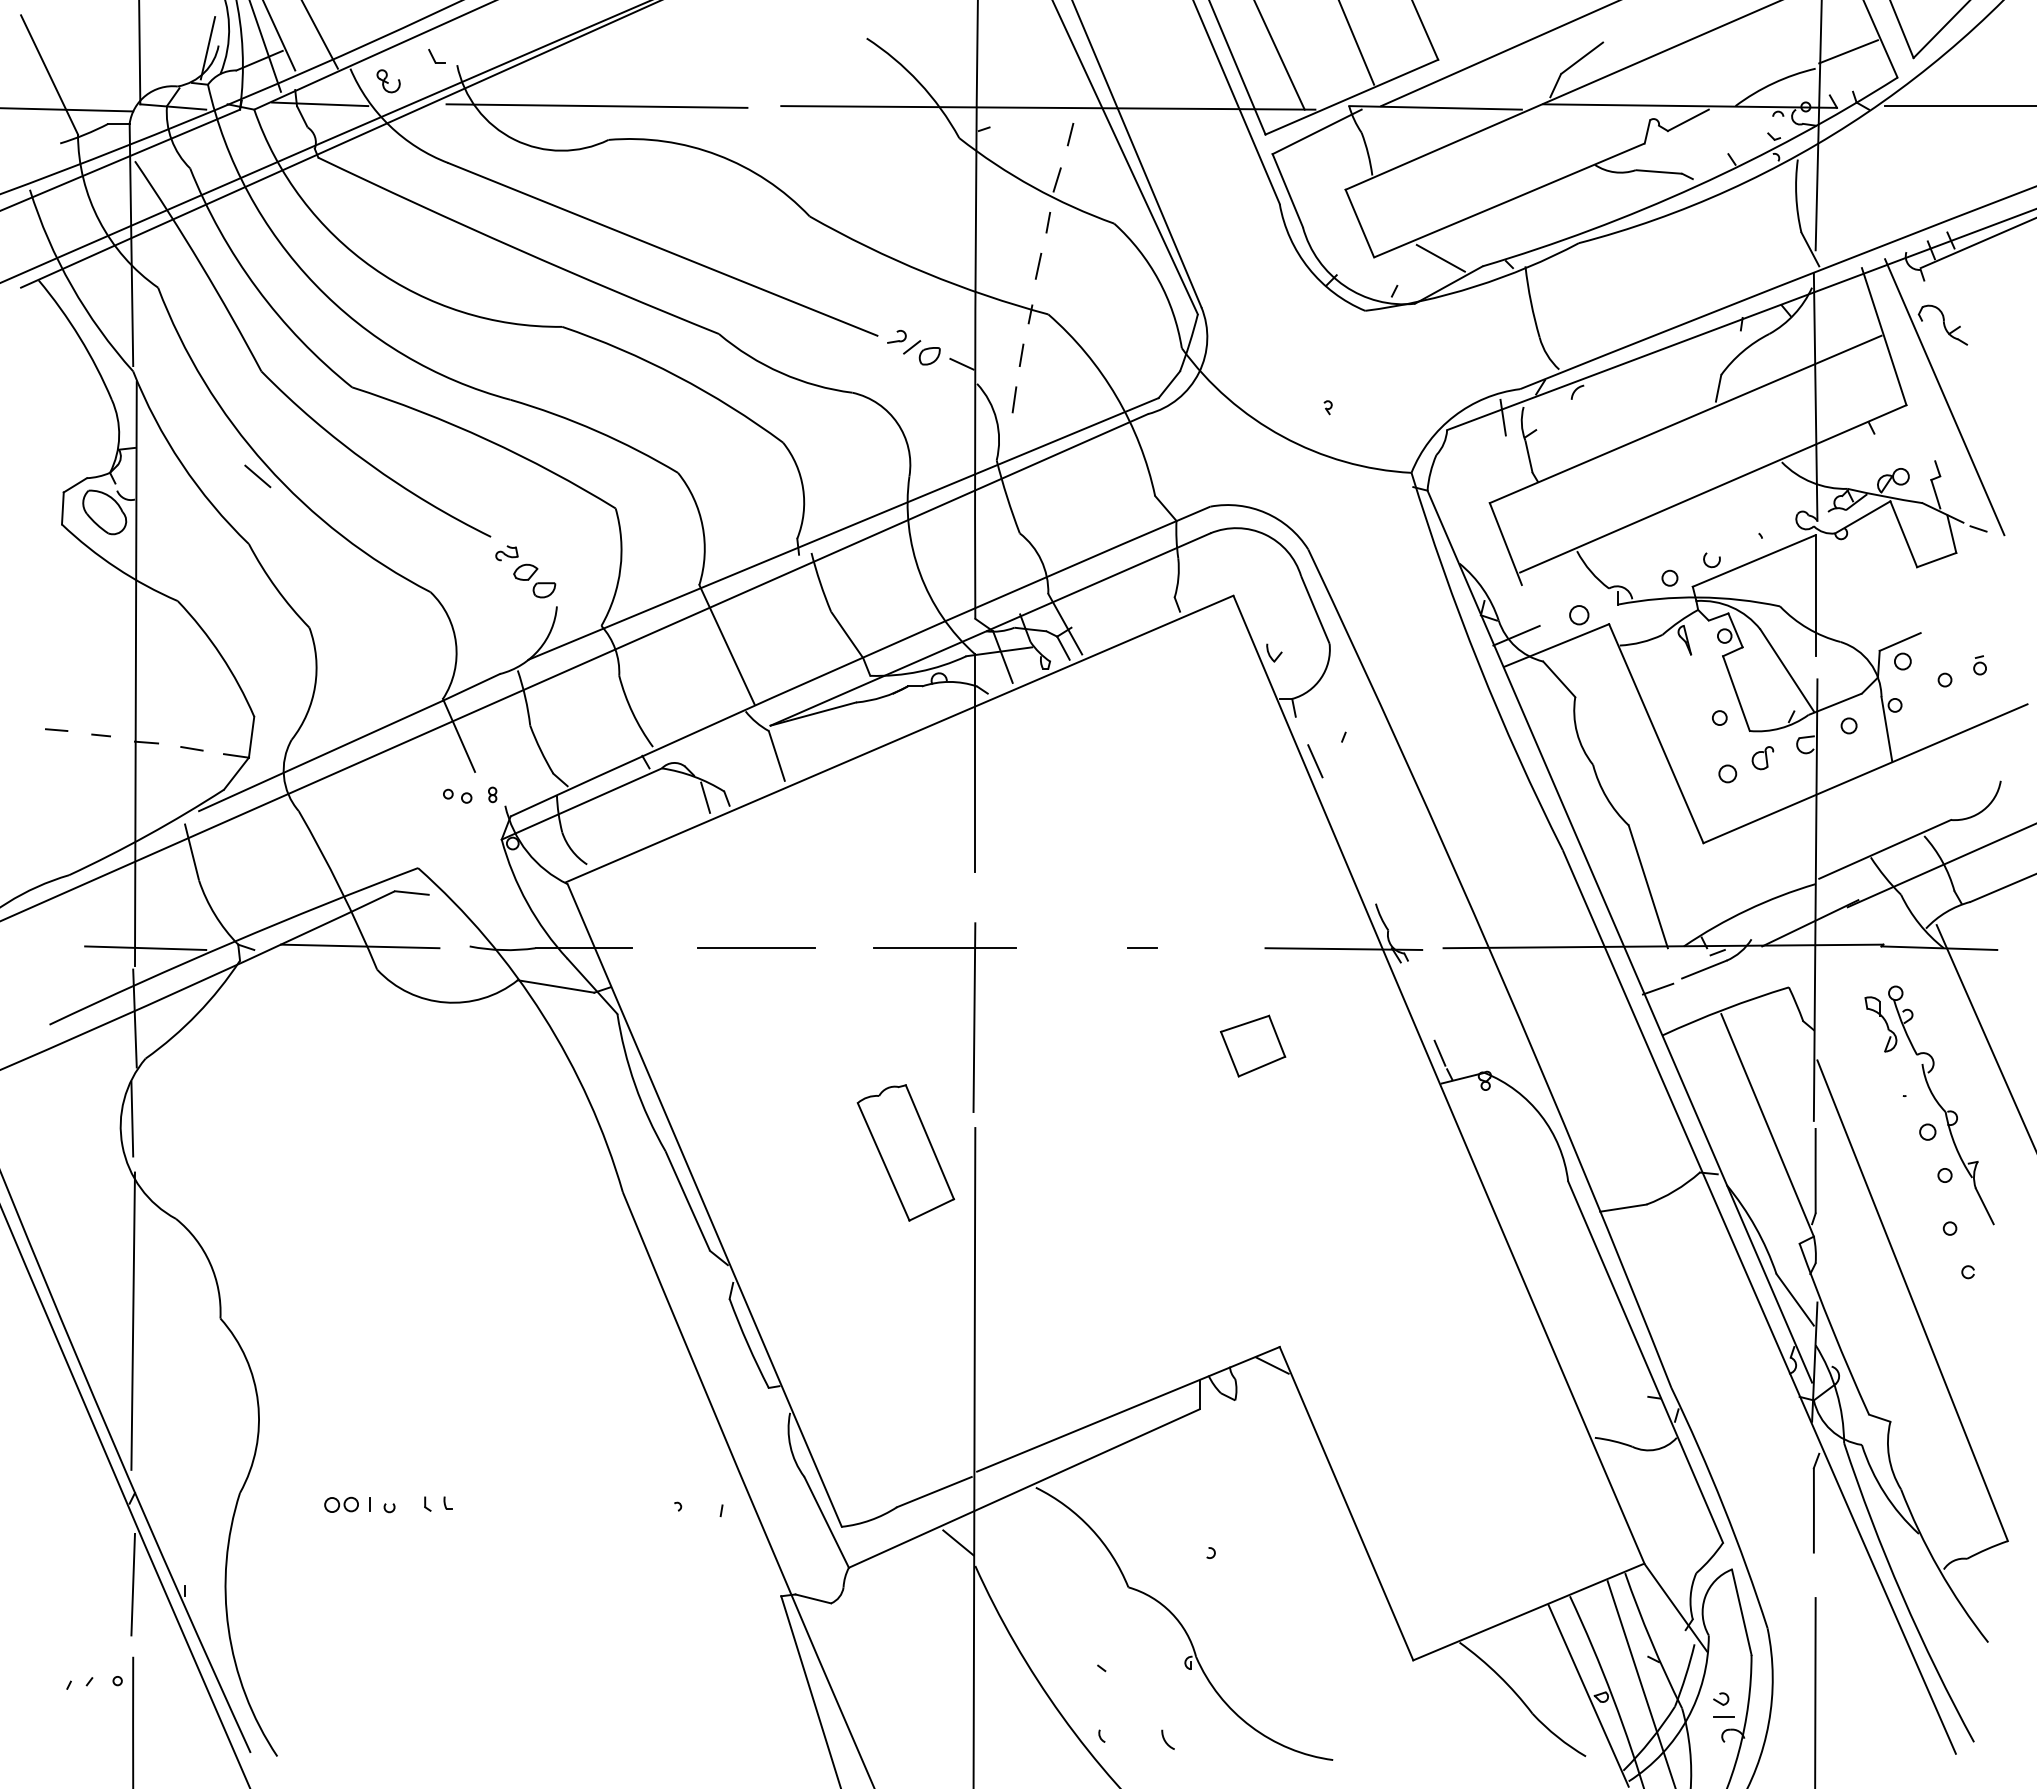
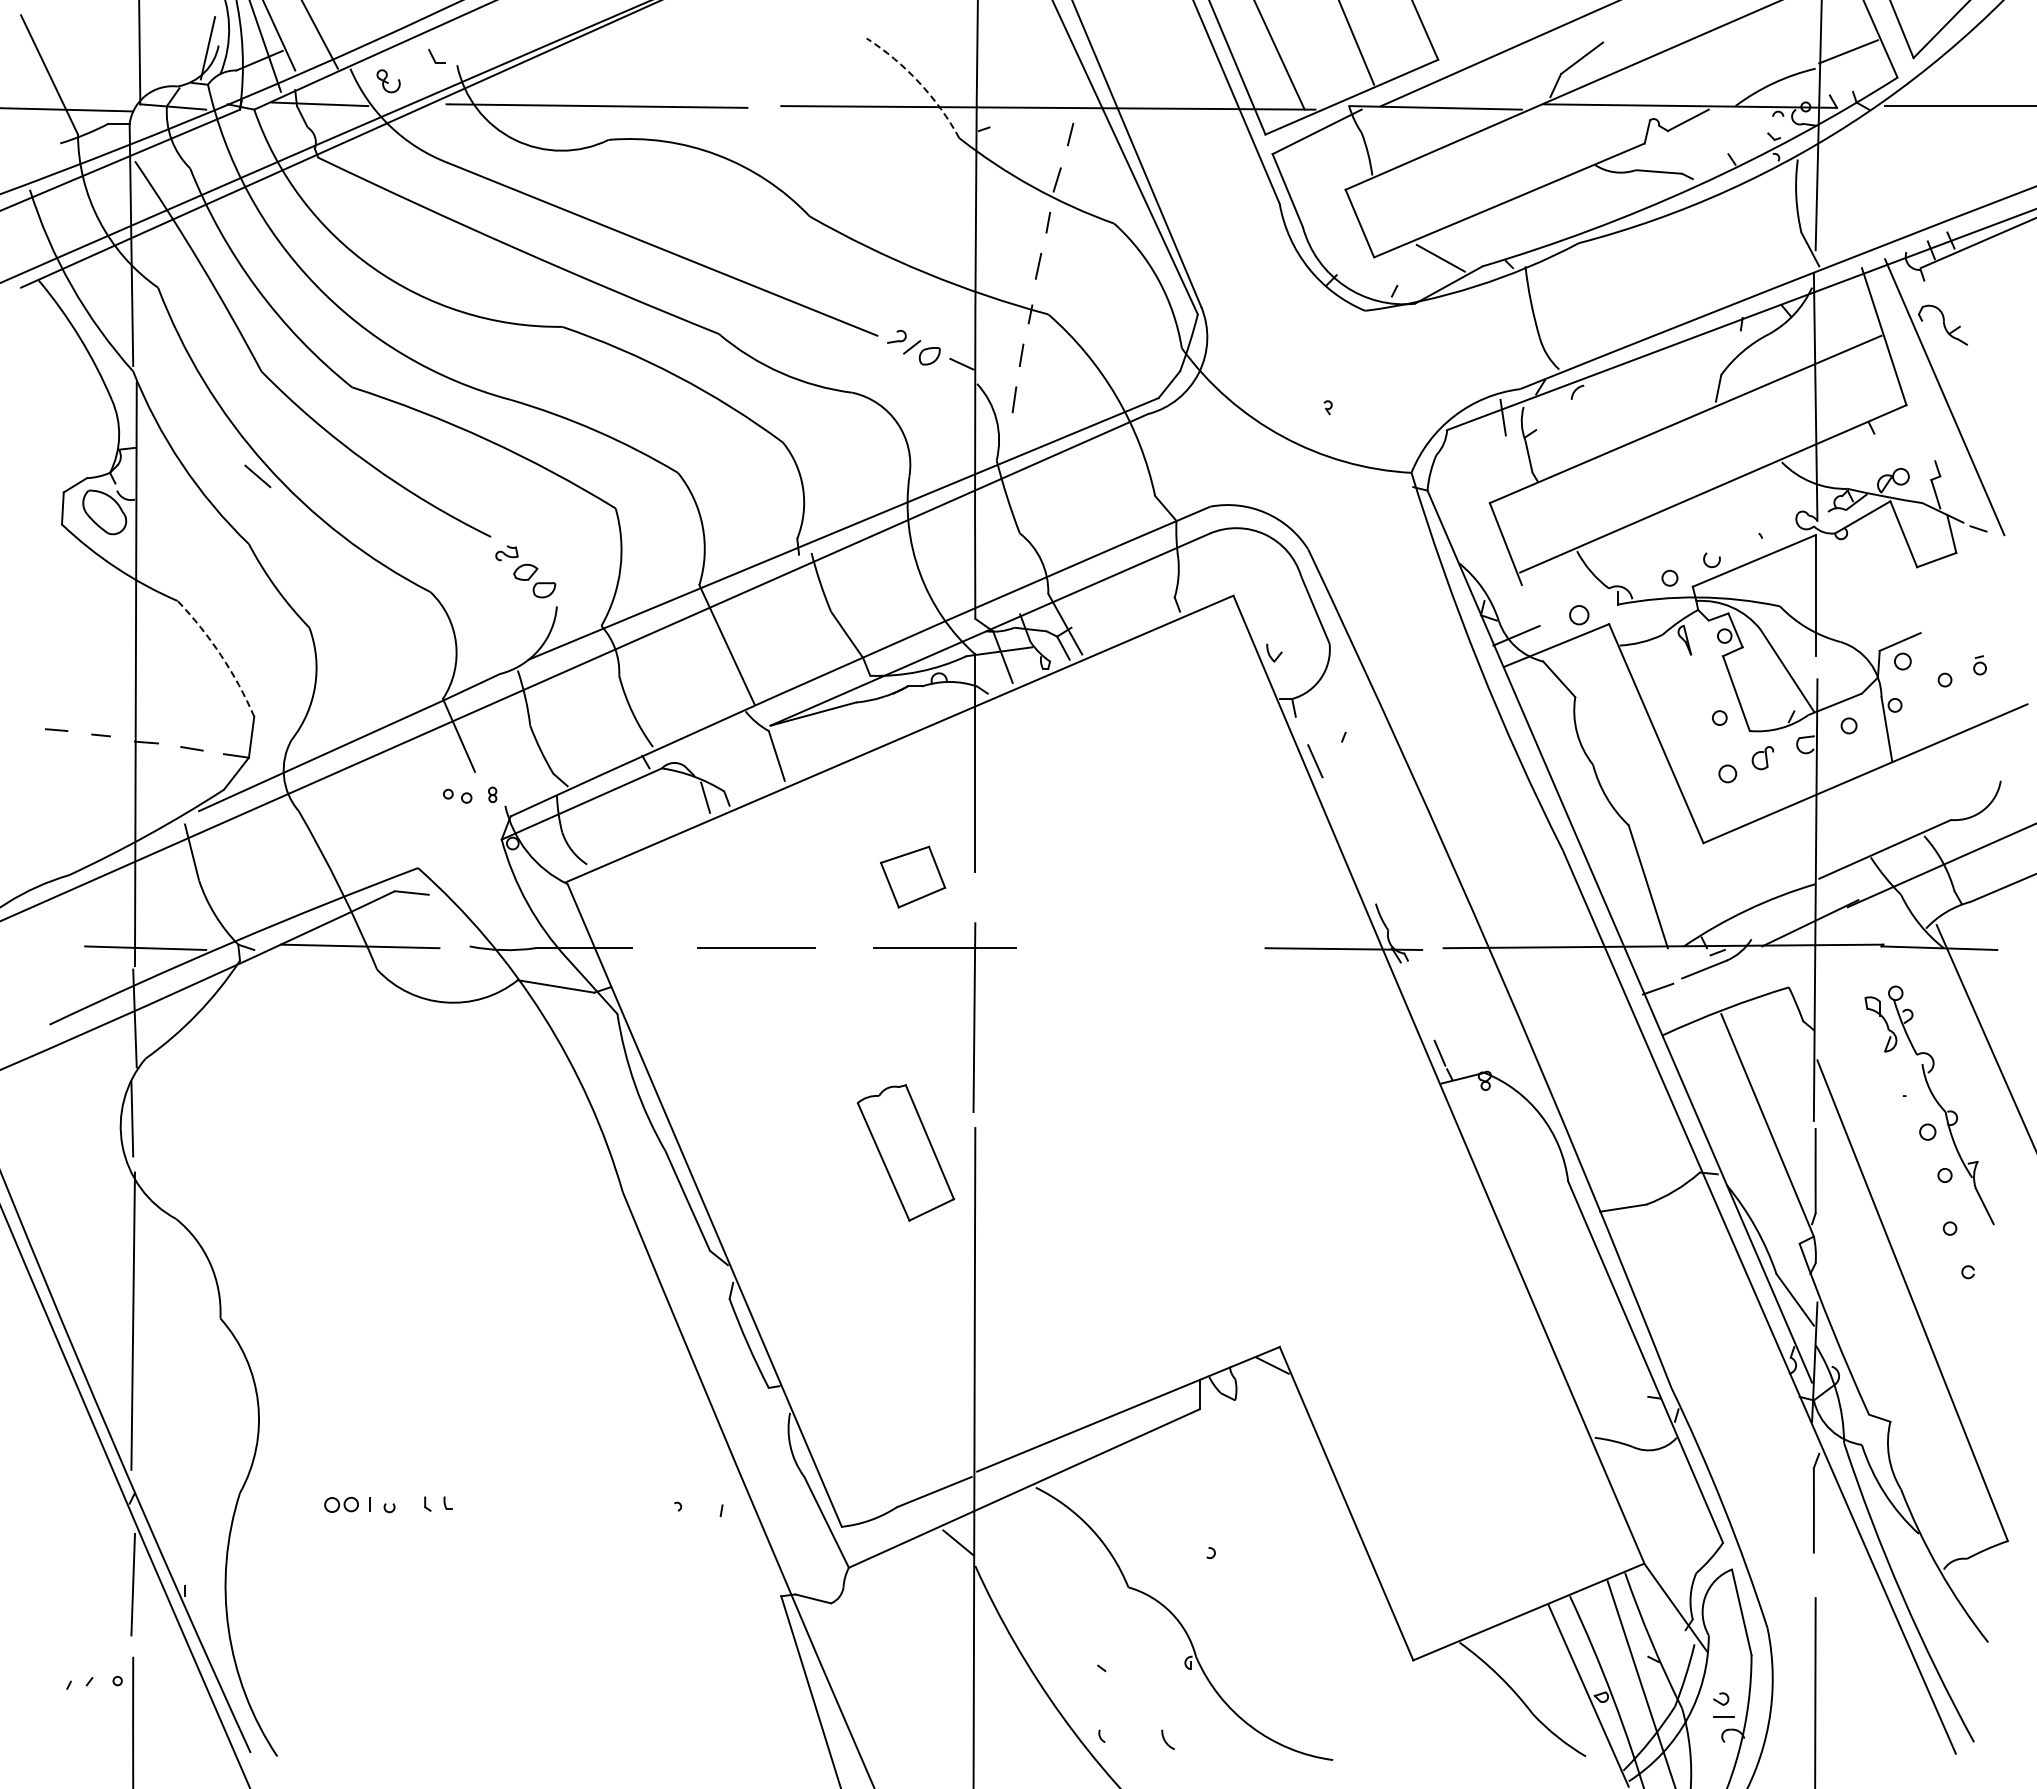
arc at (919, 82): solid -> dashed
arc at (221, 655): solid -> dashed
line at (1142, 948): present -> none
part at (1252, 1045) position: (1252, 1045) -> (912, 876)
